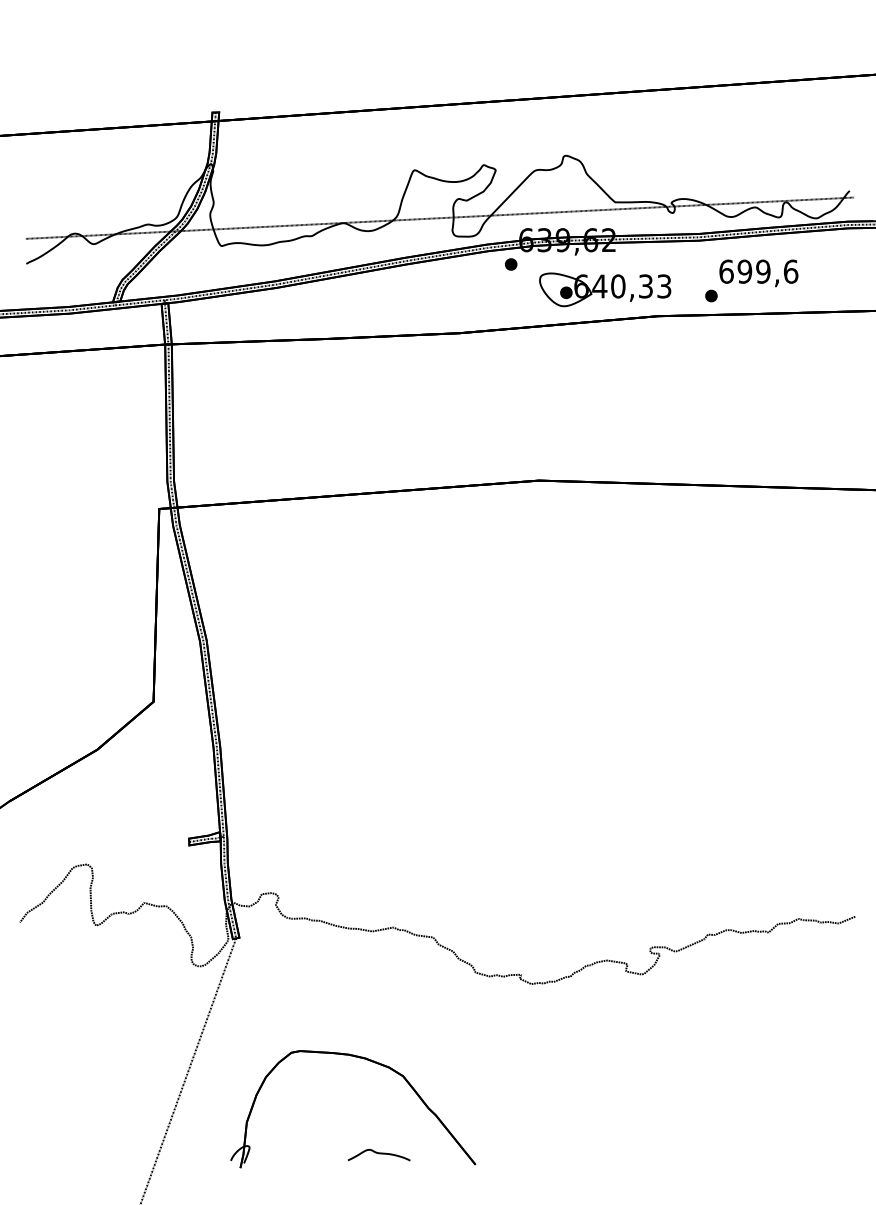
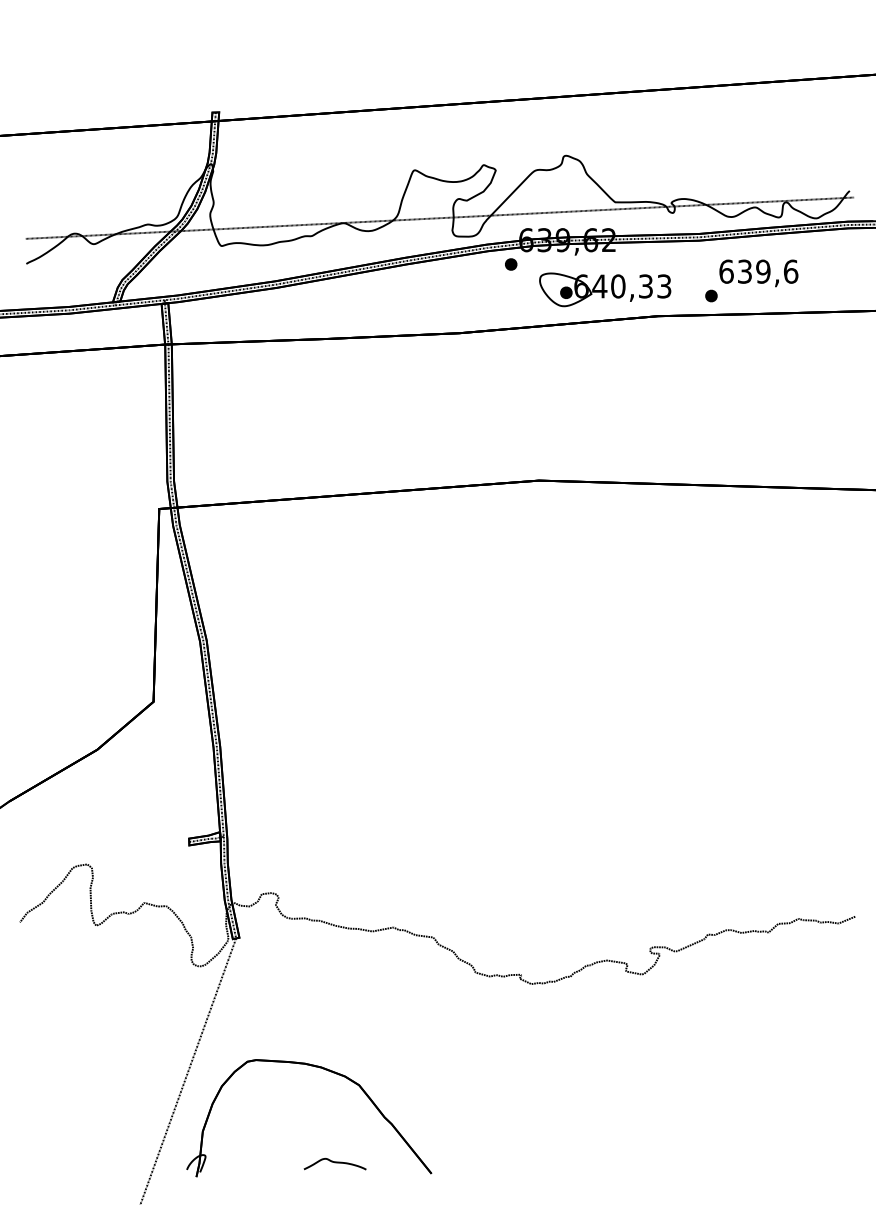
text at (744, 271): 699,6 -> 639,6
part at (365, 1149) position: (365, 1149) -> (321, 1158)
